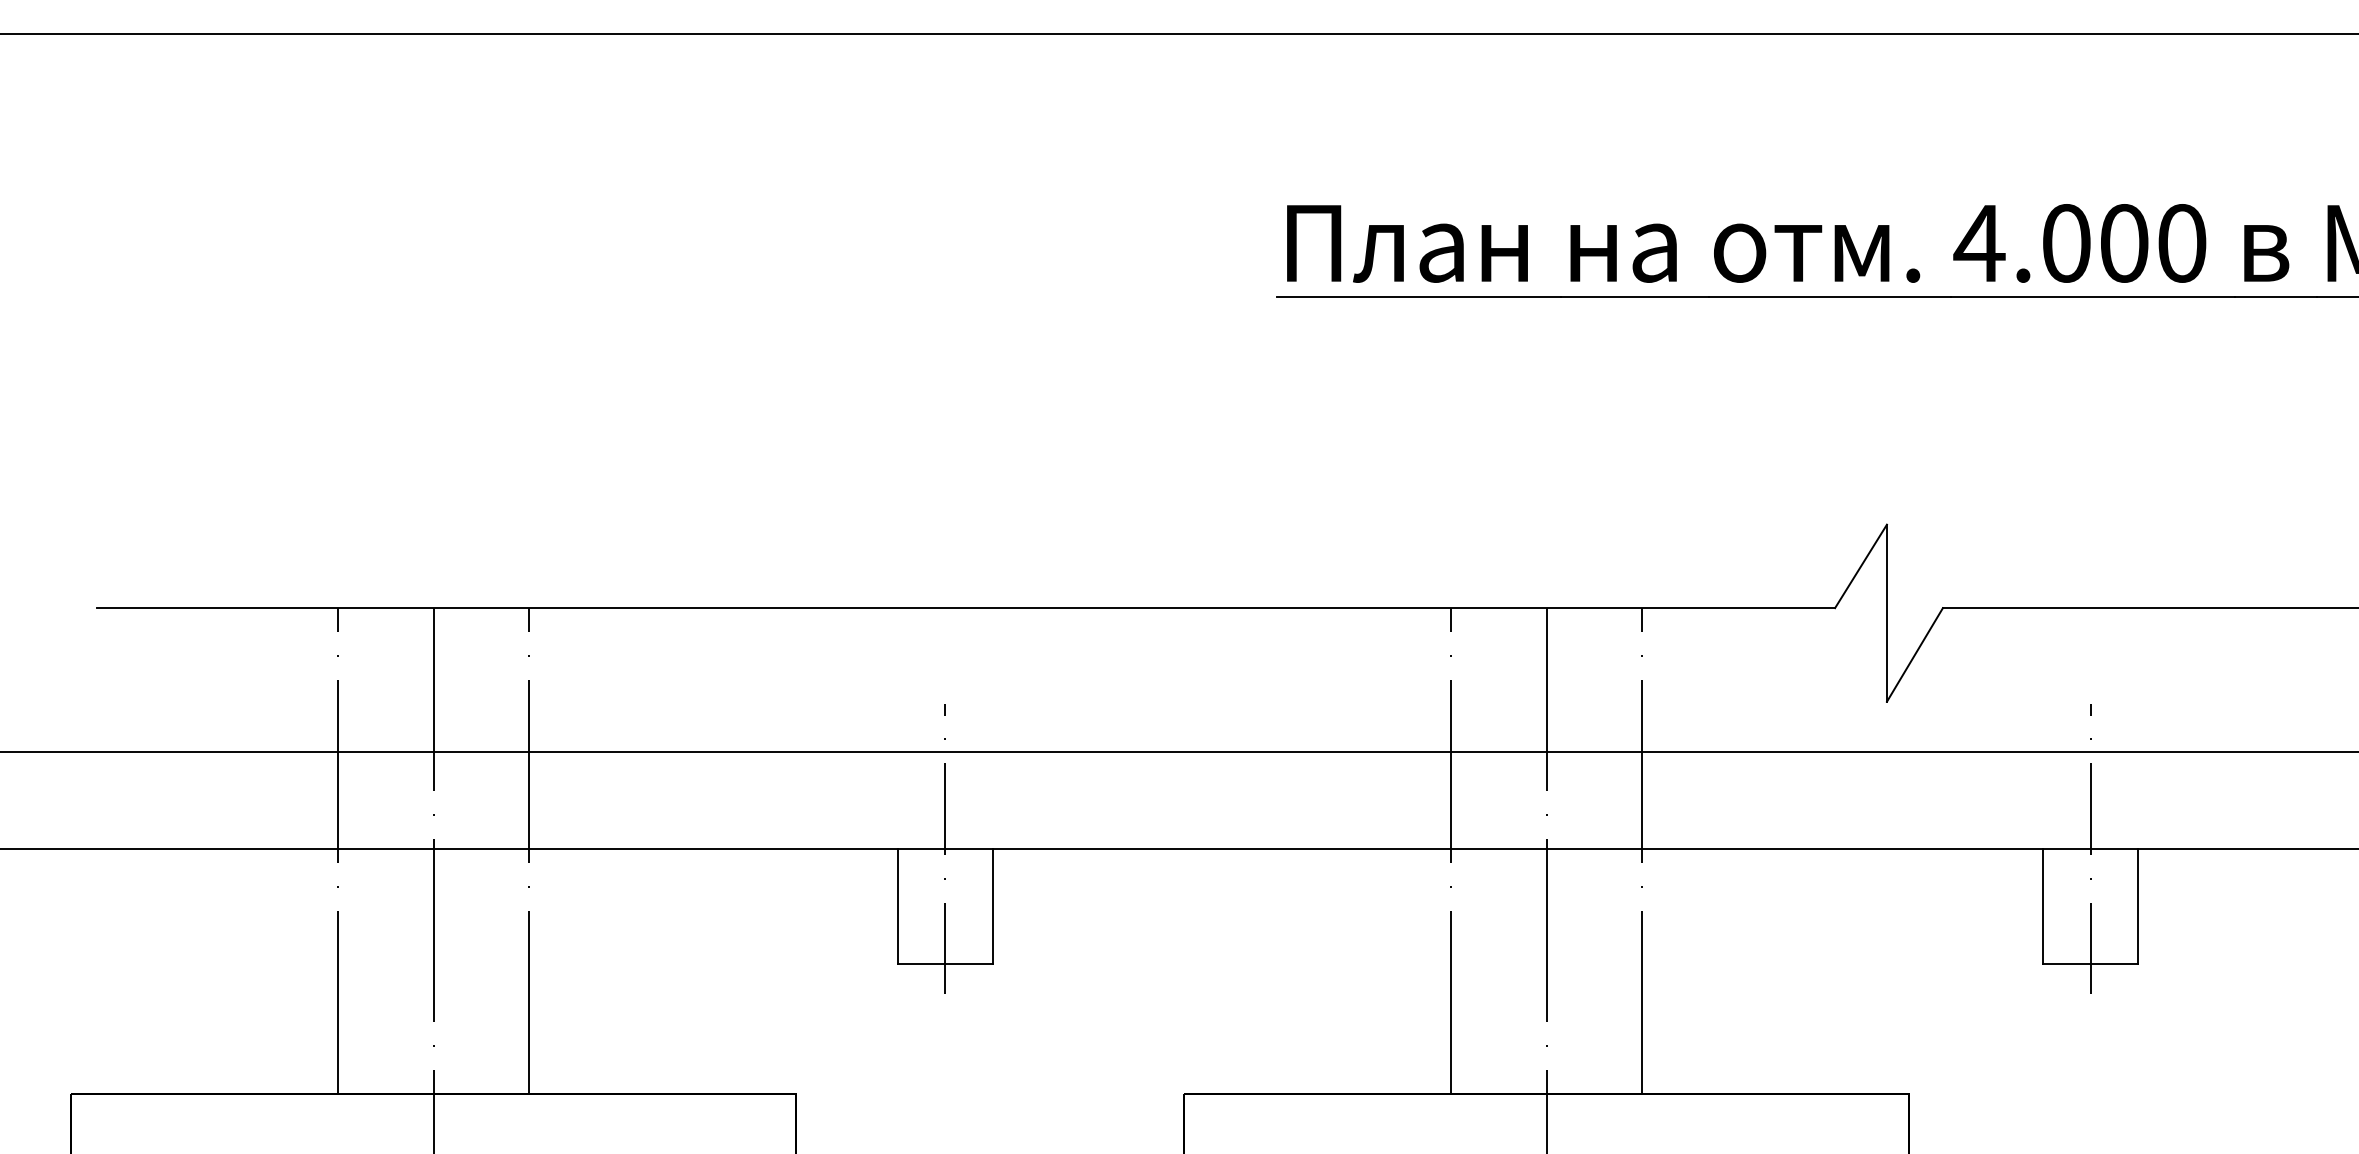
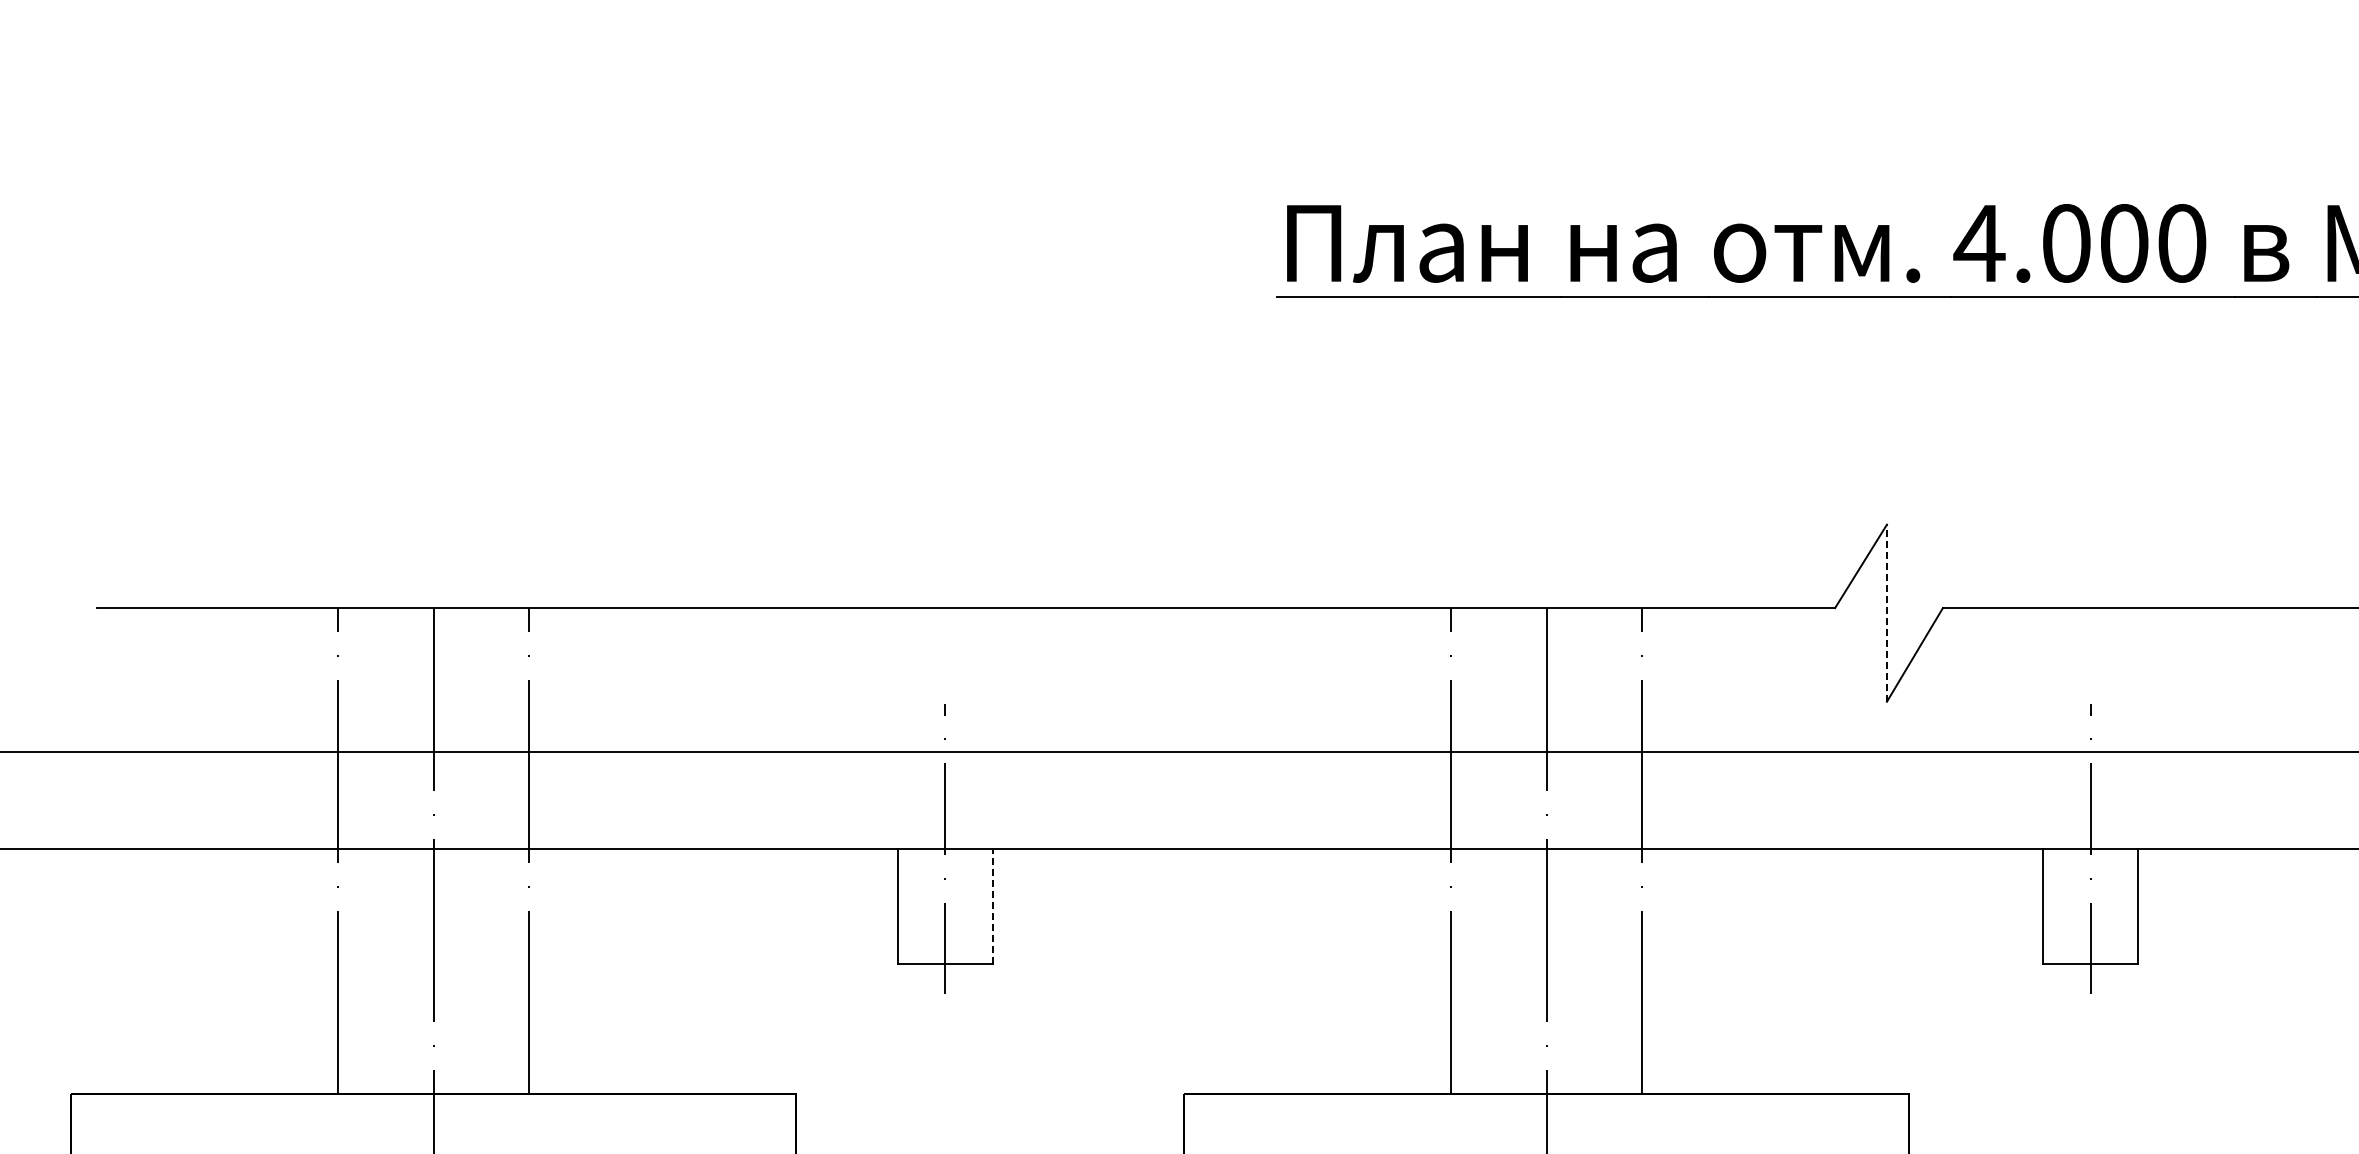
line at (1178, 34): present -> none
line at (1886, 613): solid -> dashed
line at (992, 906): solid -> dashed
